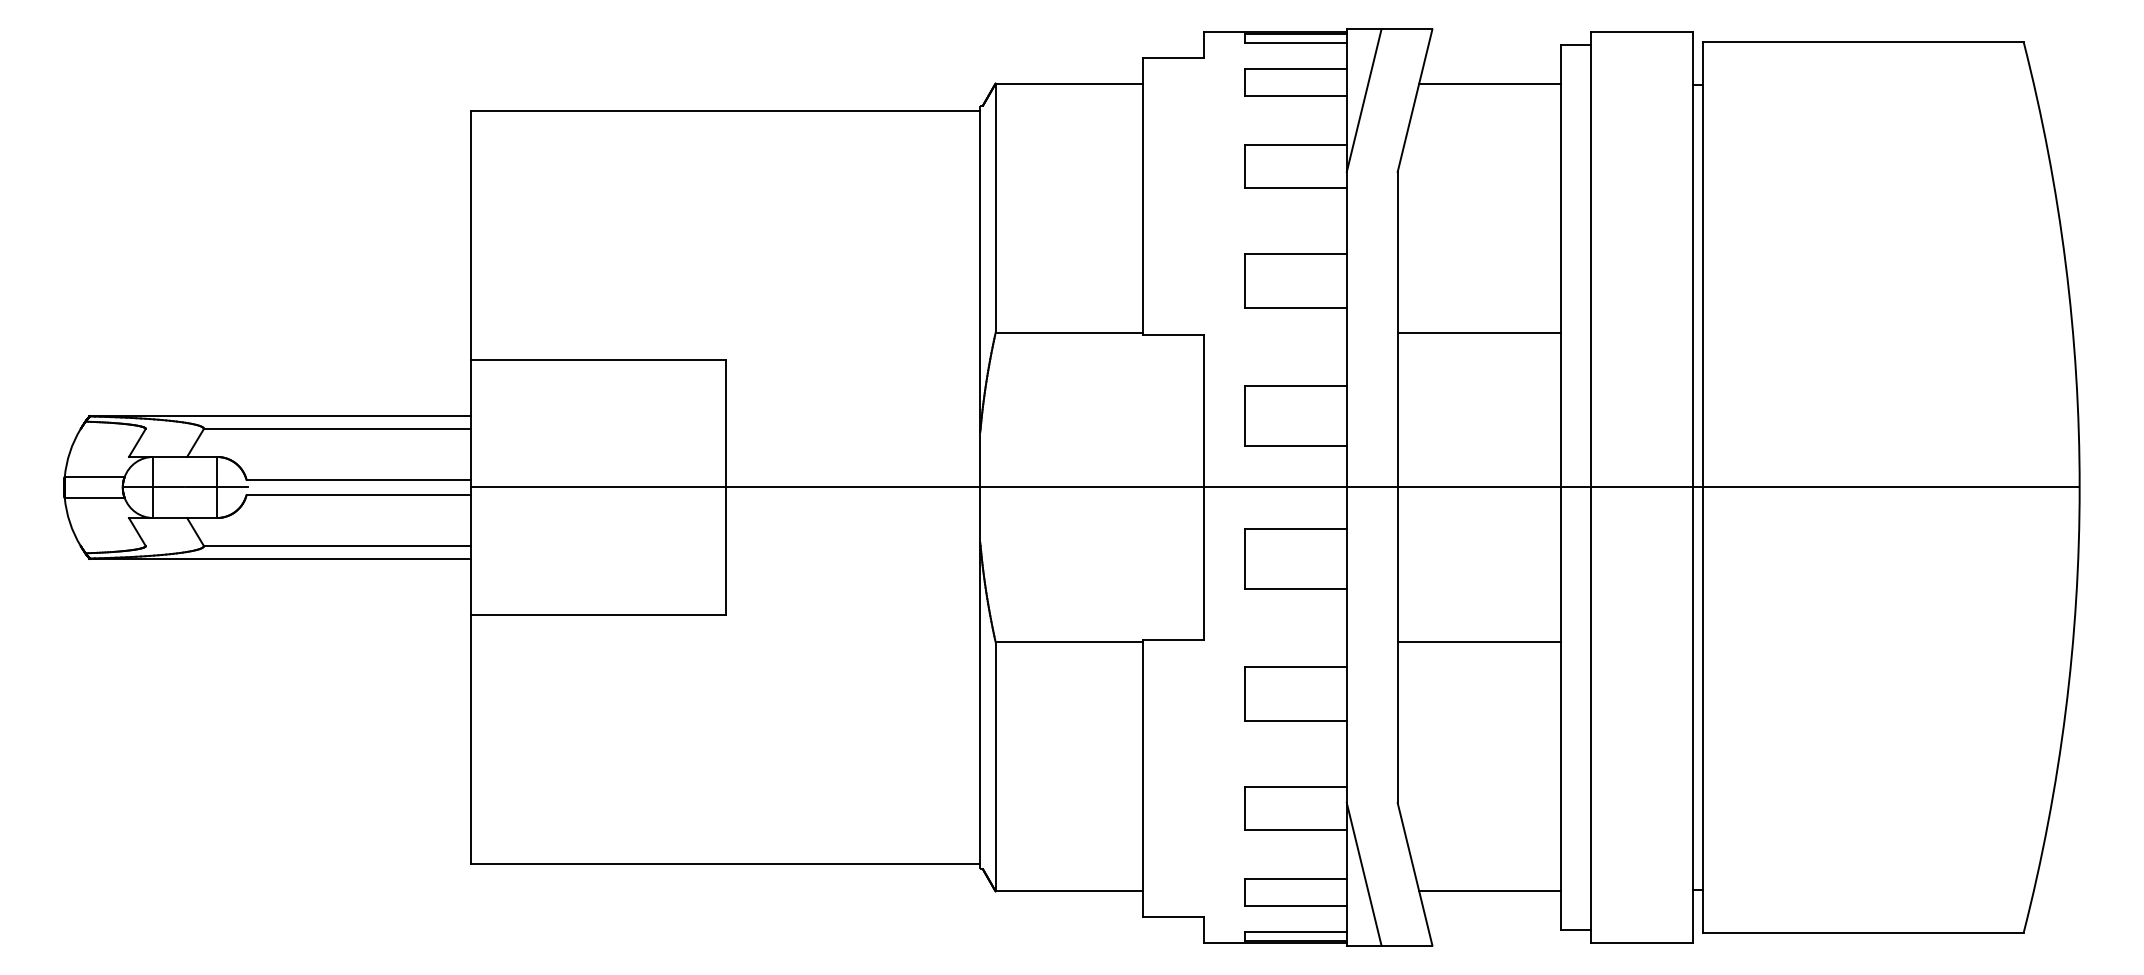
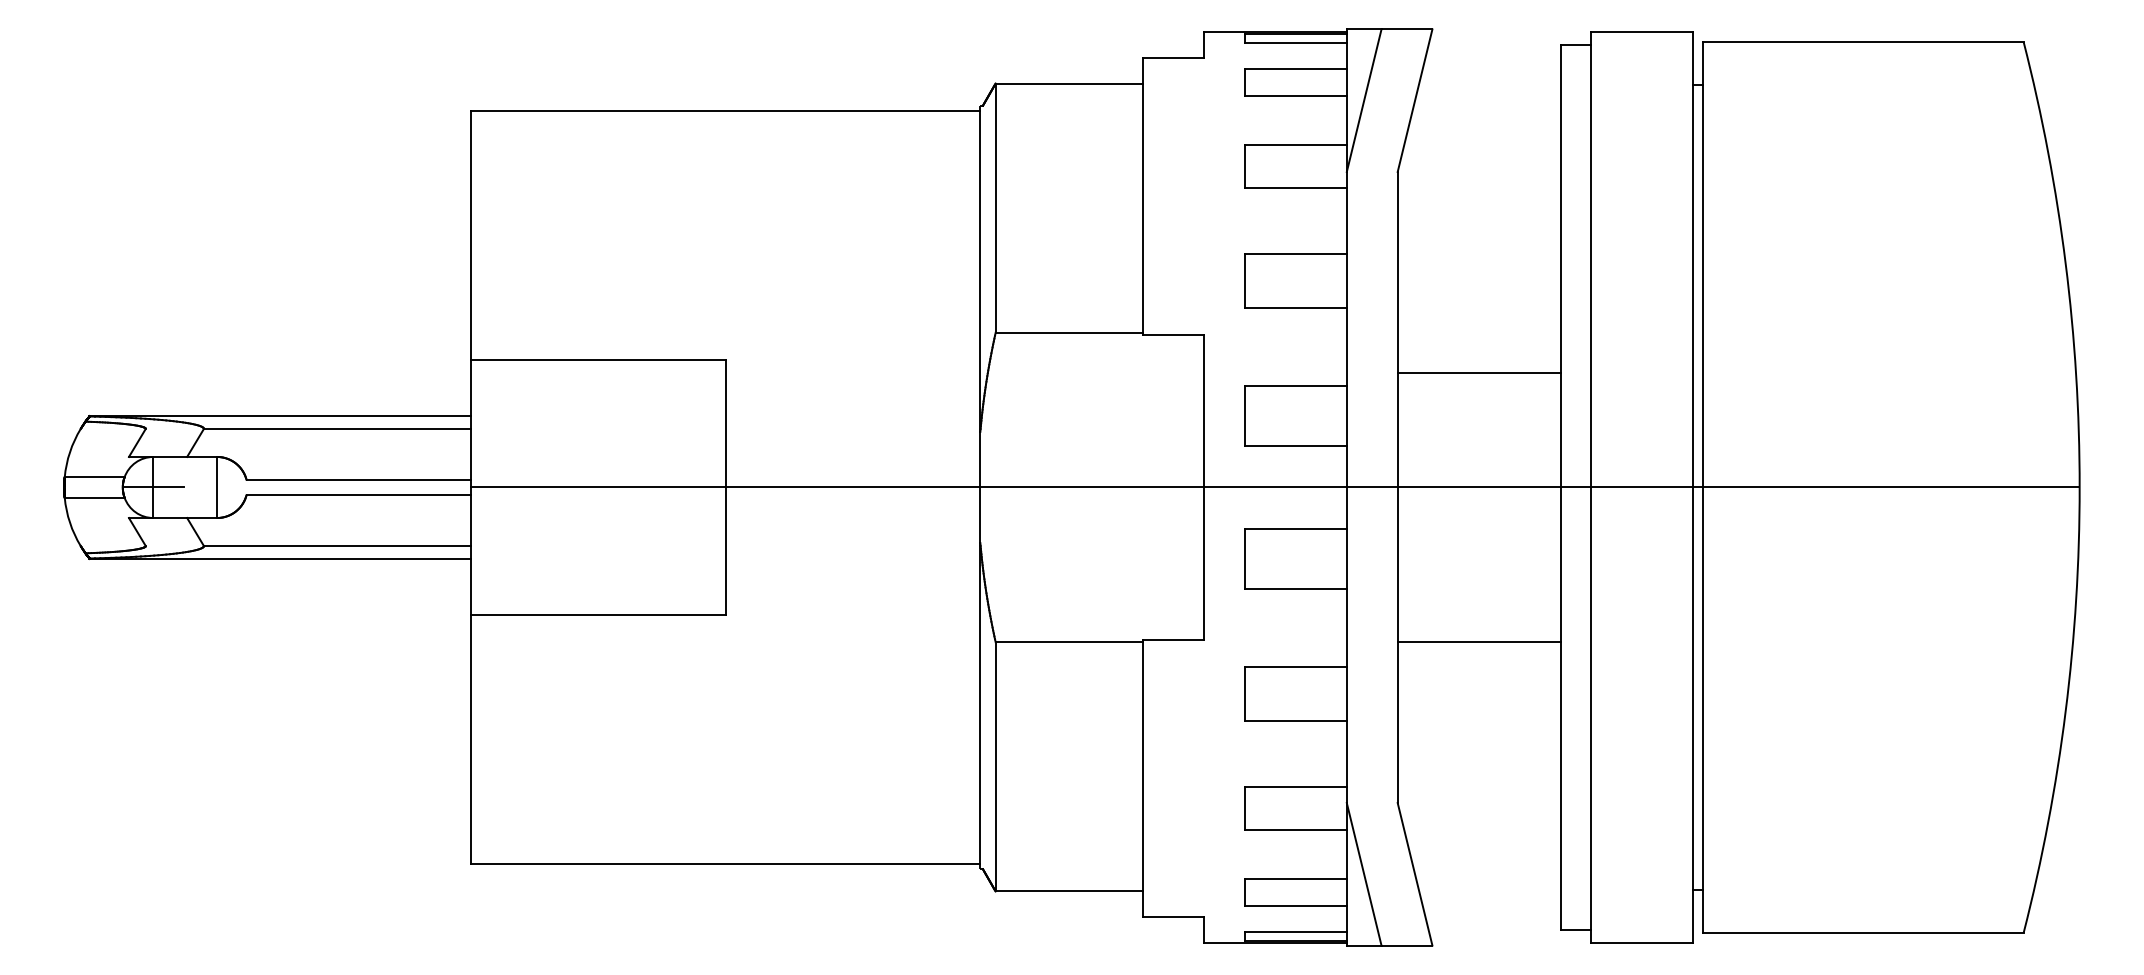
line at (1489, 83): present -> none
line at (1478, 332) position: (1478, 332) -> (1478, 372)
line at (216, 487): present -> none
line at (1489, 891): present -> none
